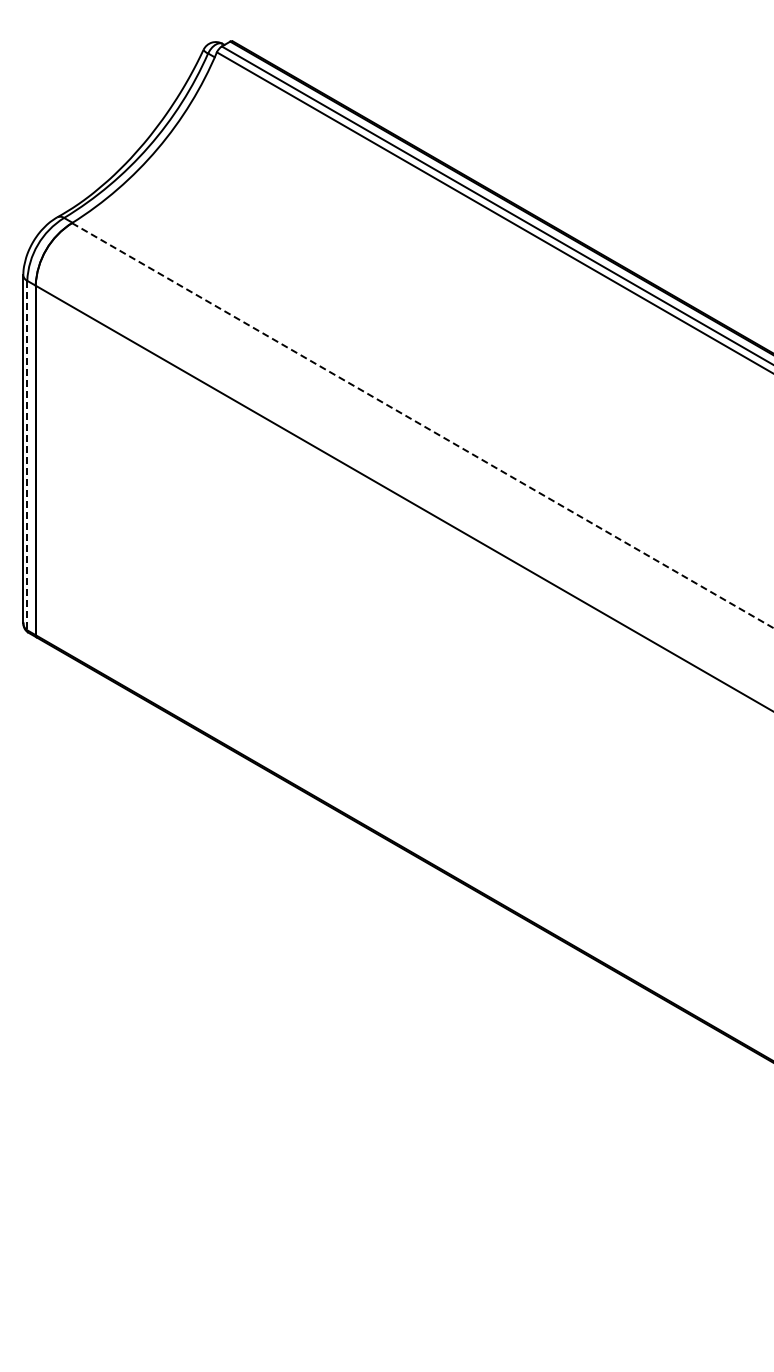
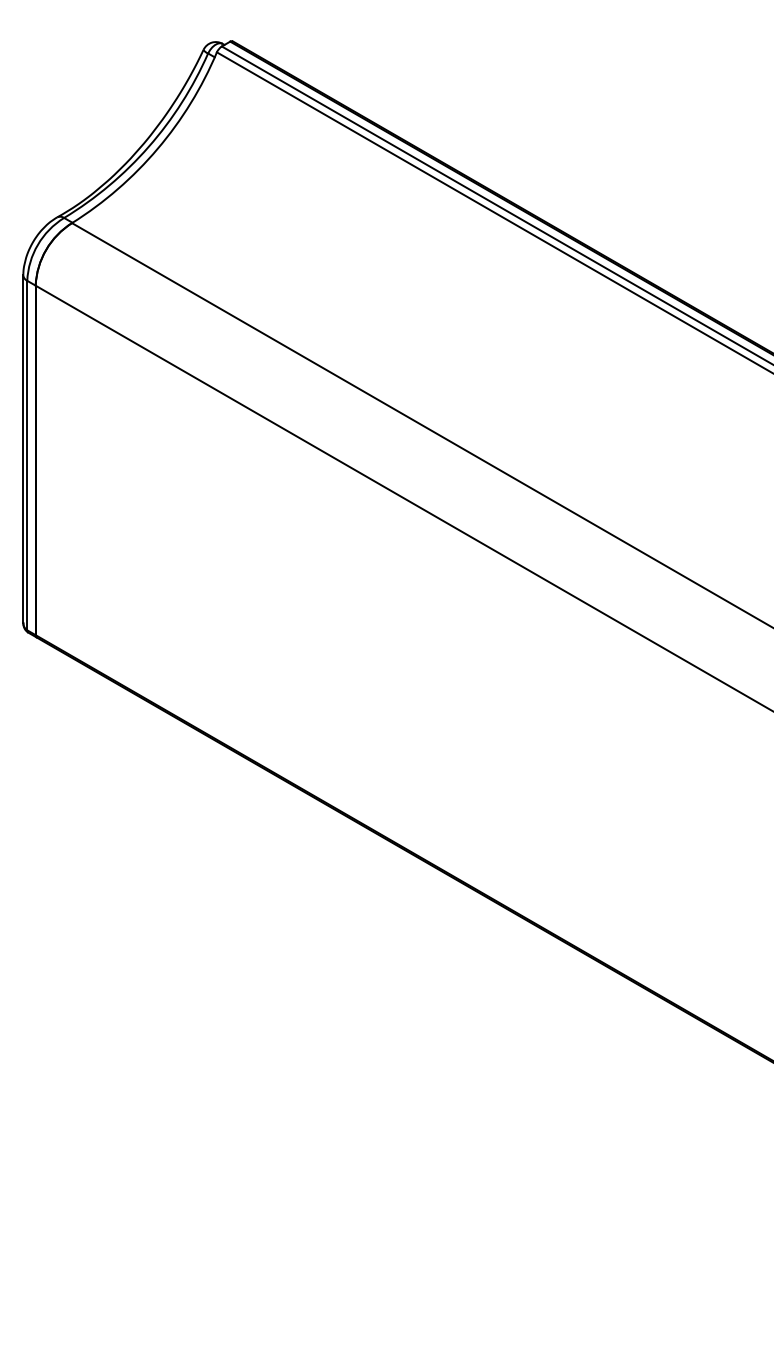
line at (422, 425): dashed -> solid
line at (27, 455): dashed -> solid
